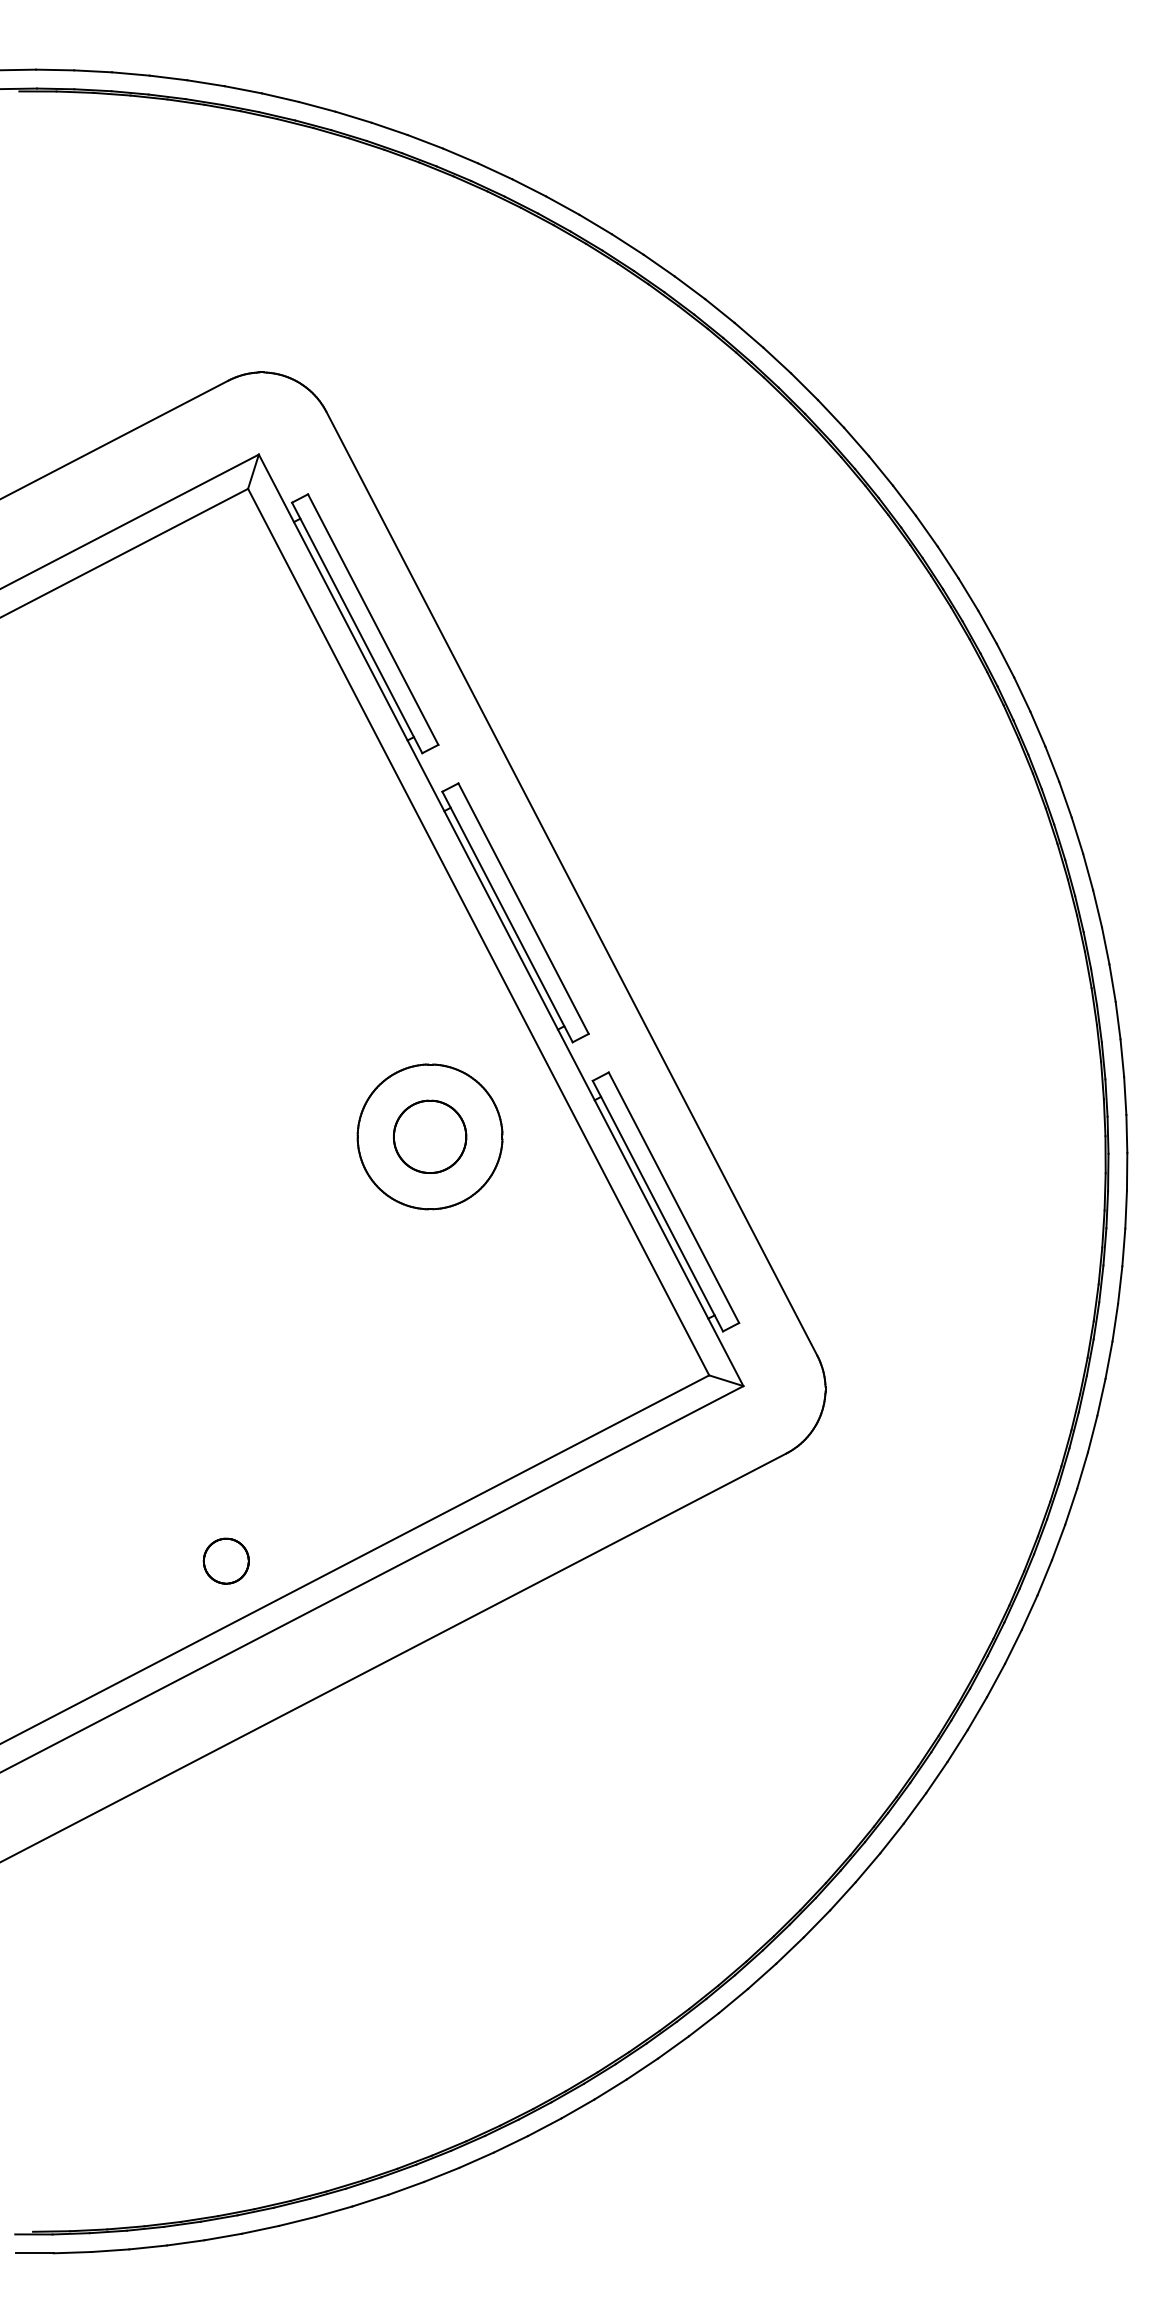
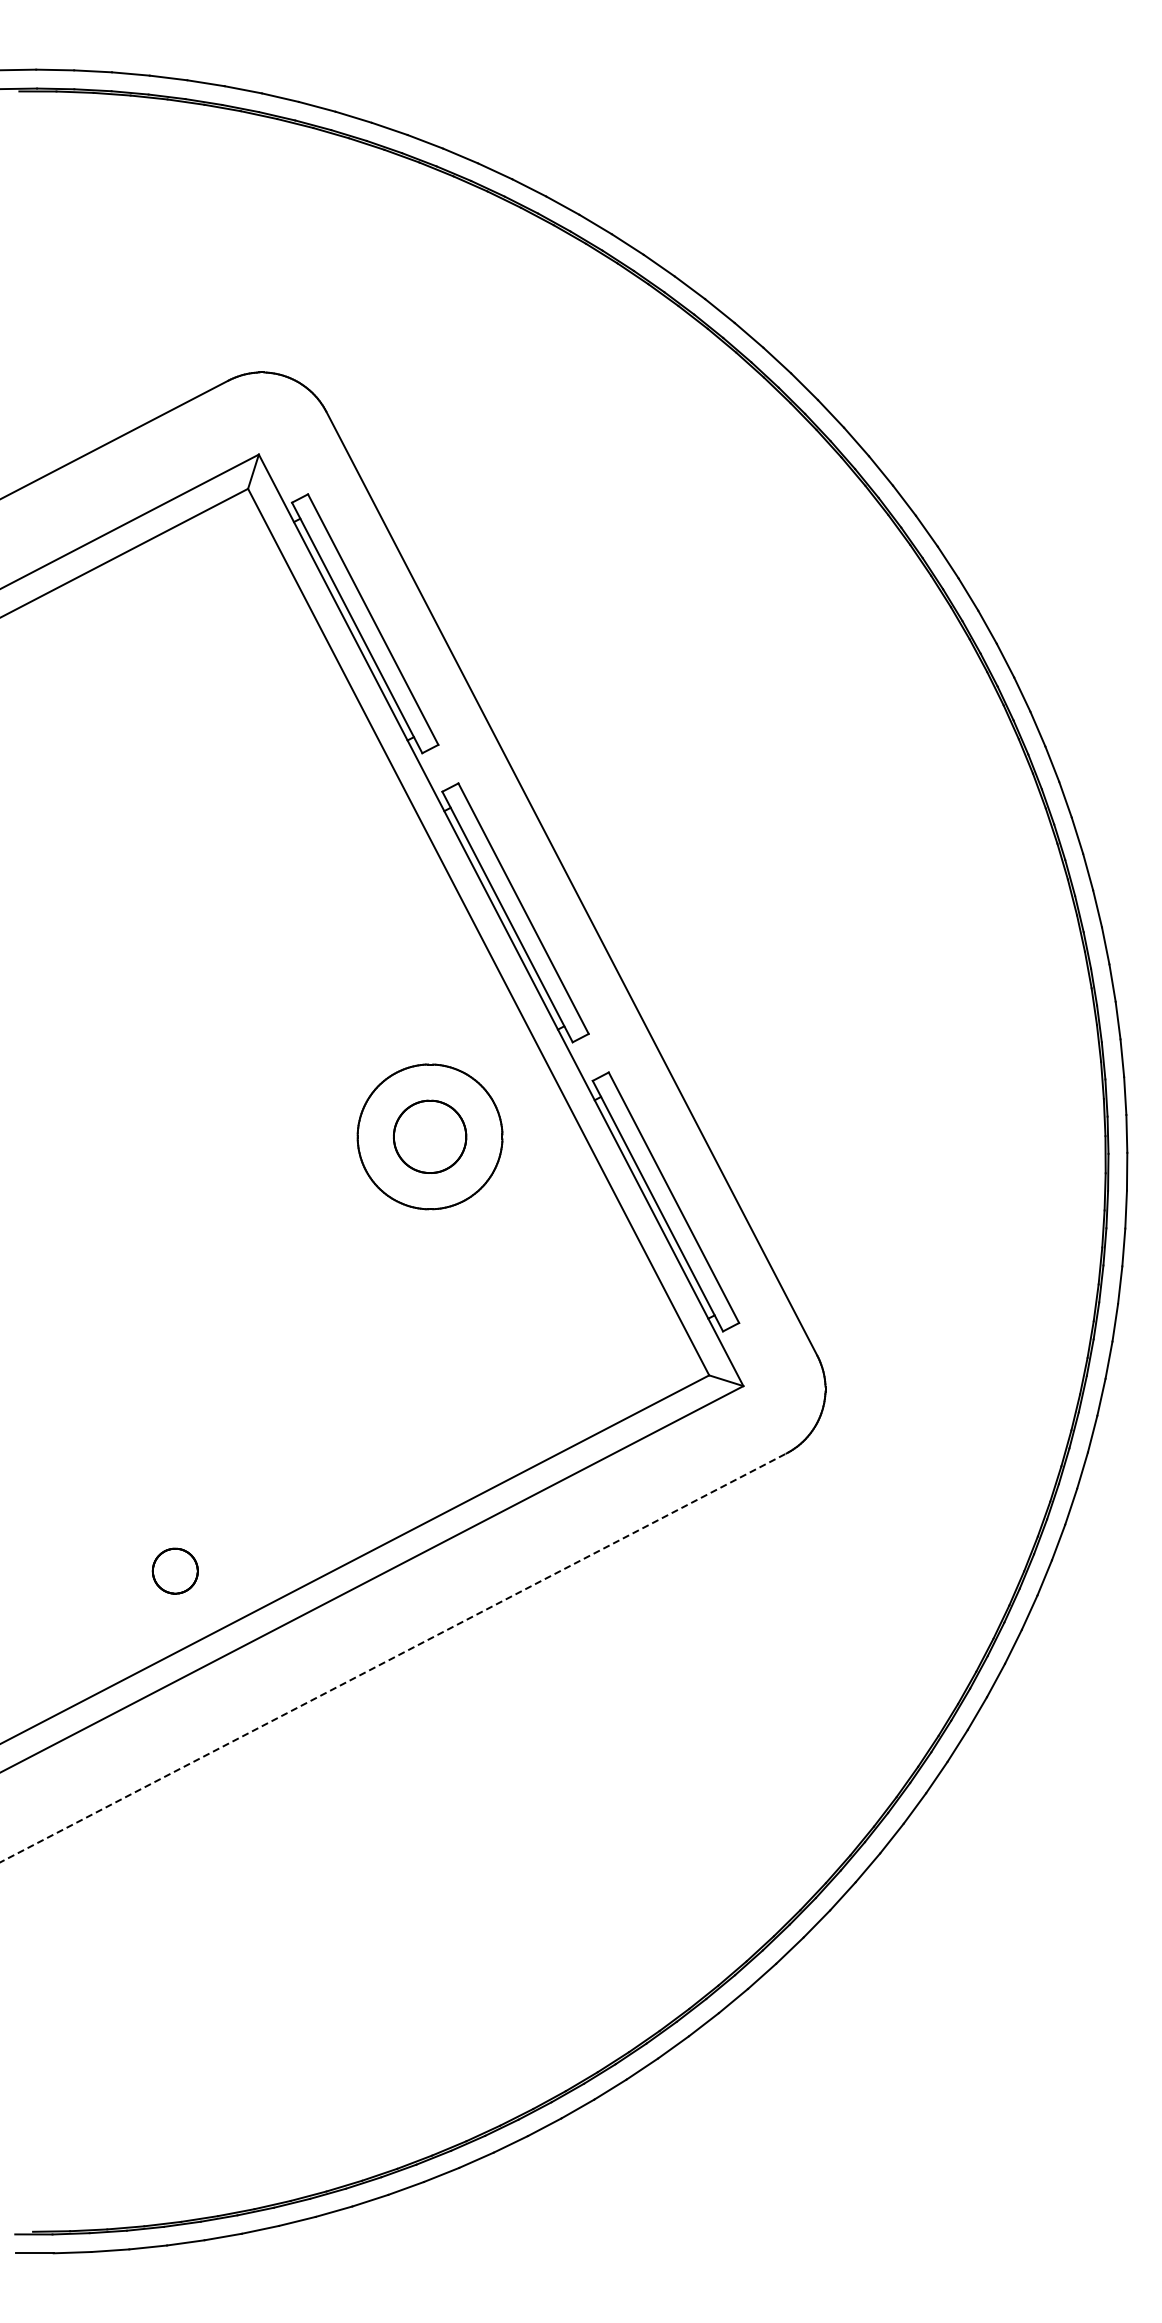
part at (225, 1560) position: (225, 1560) -> (174, 1570)
line at (393, 1657): solid -> dashed
